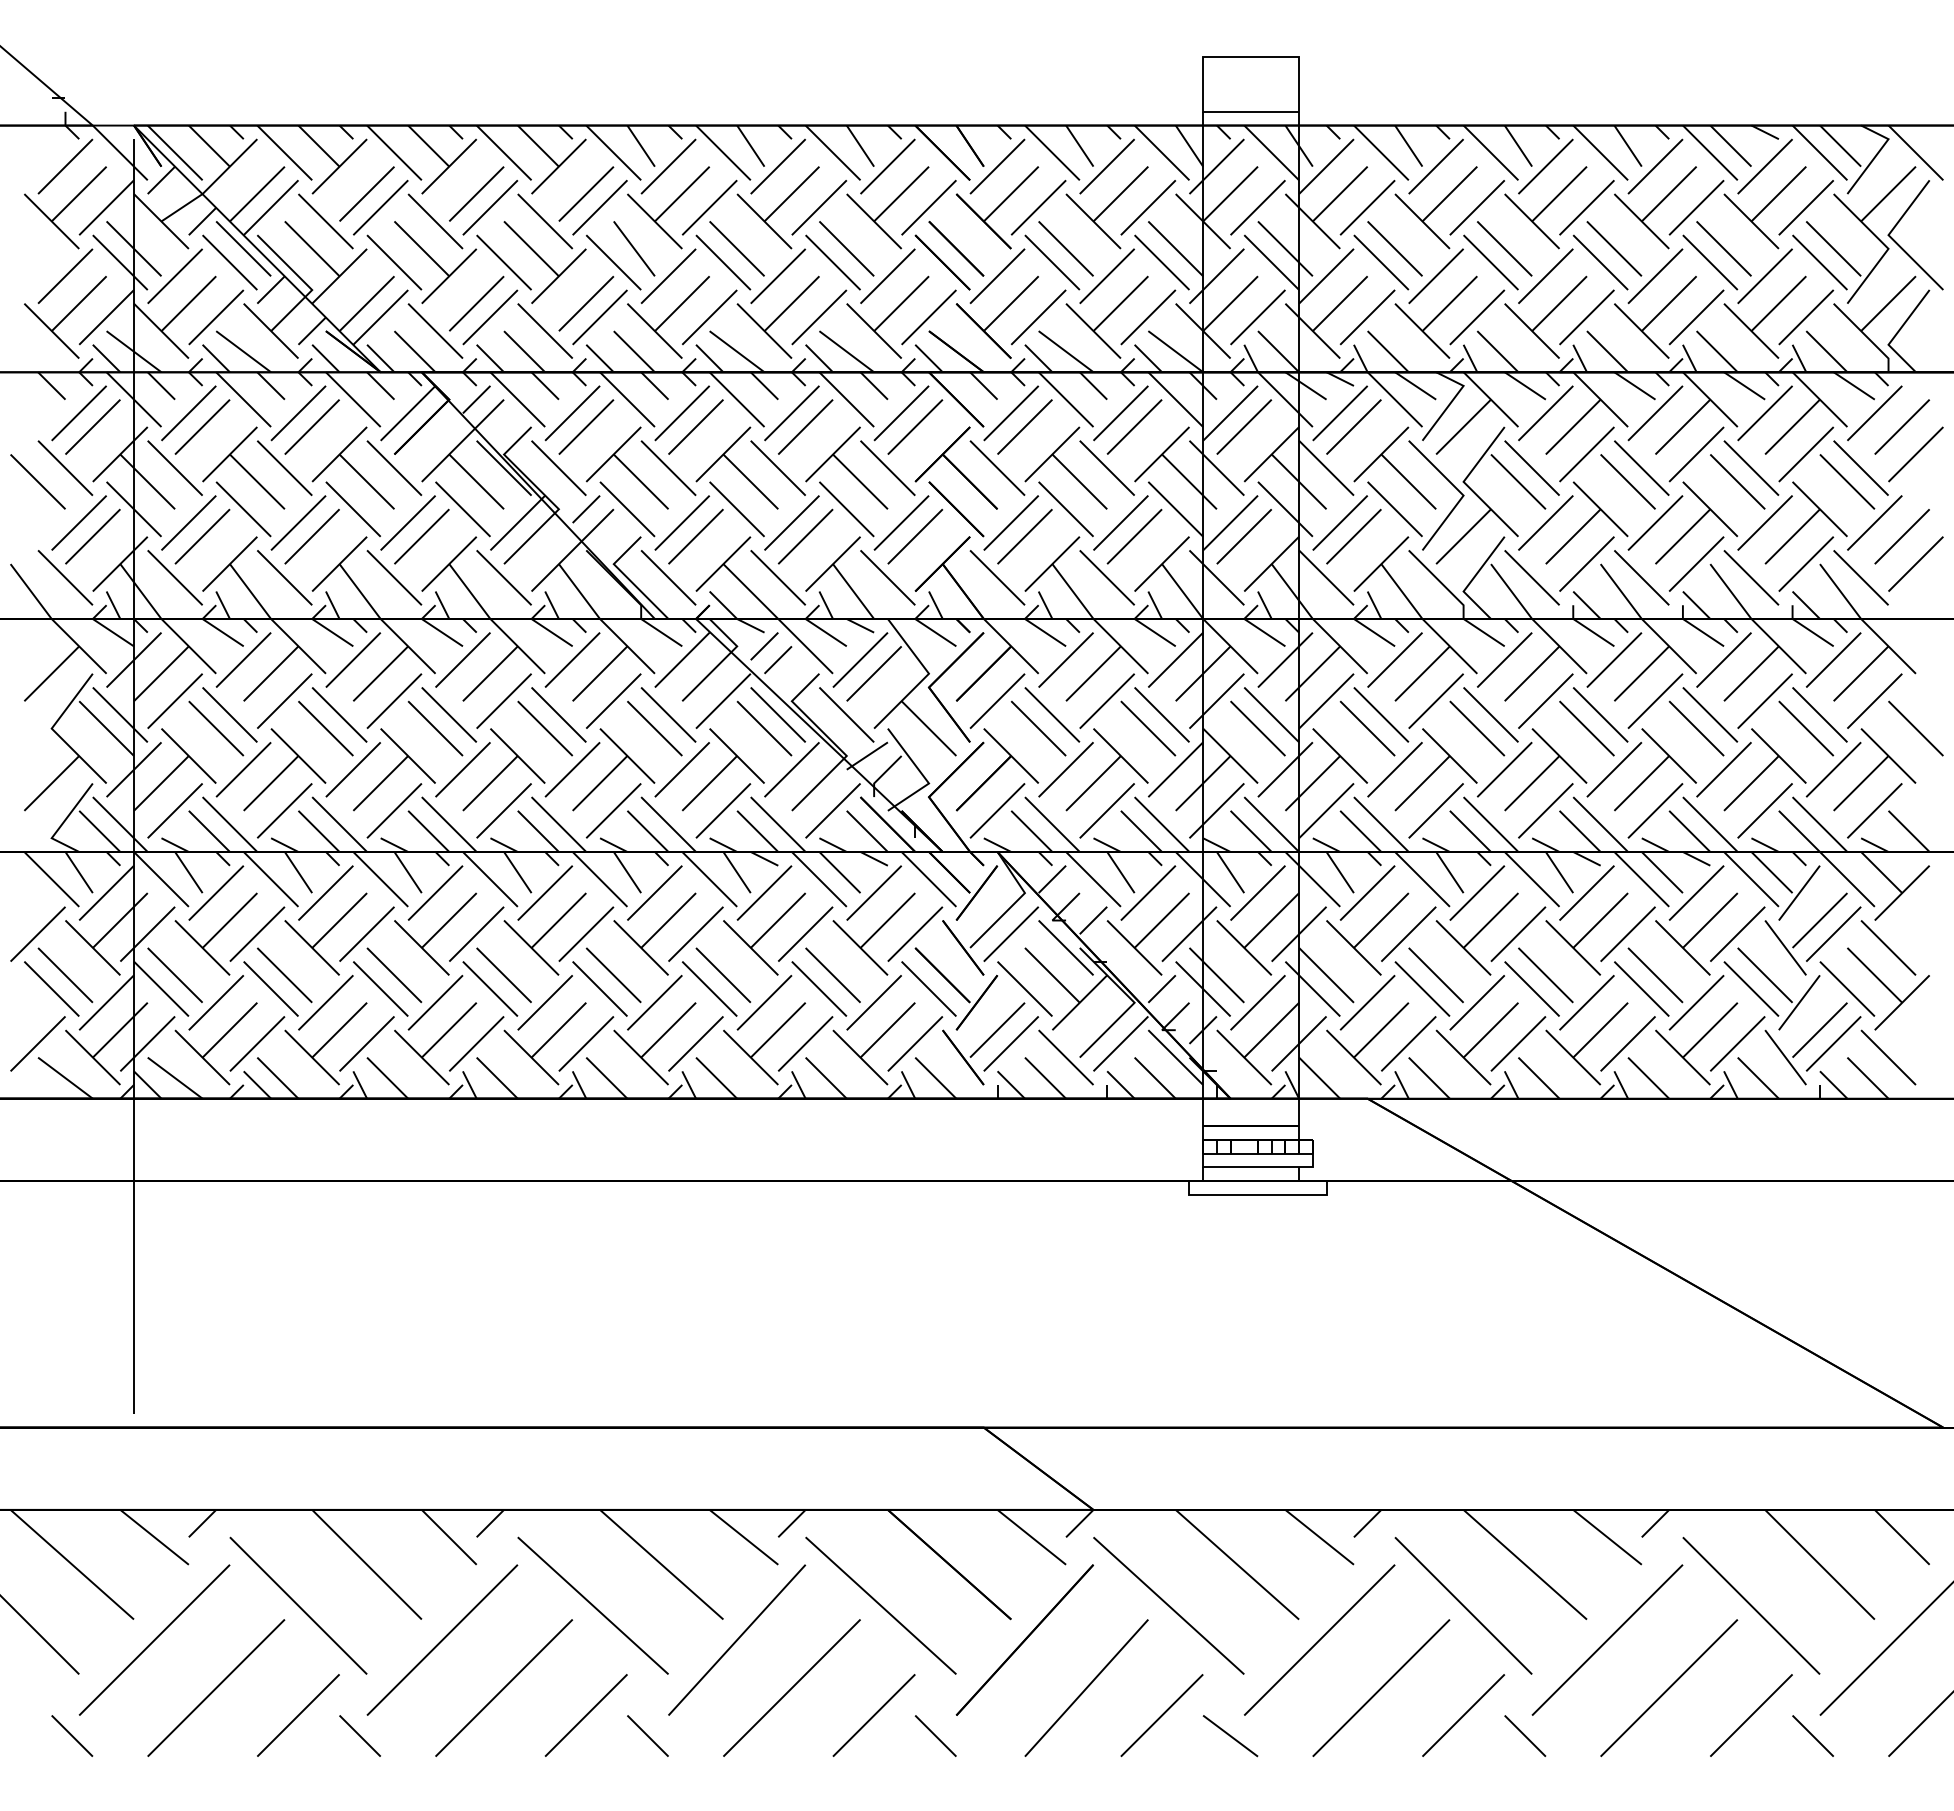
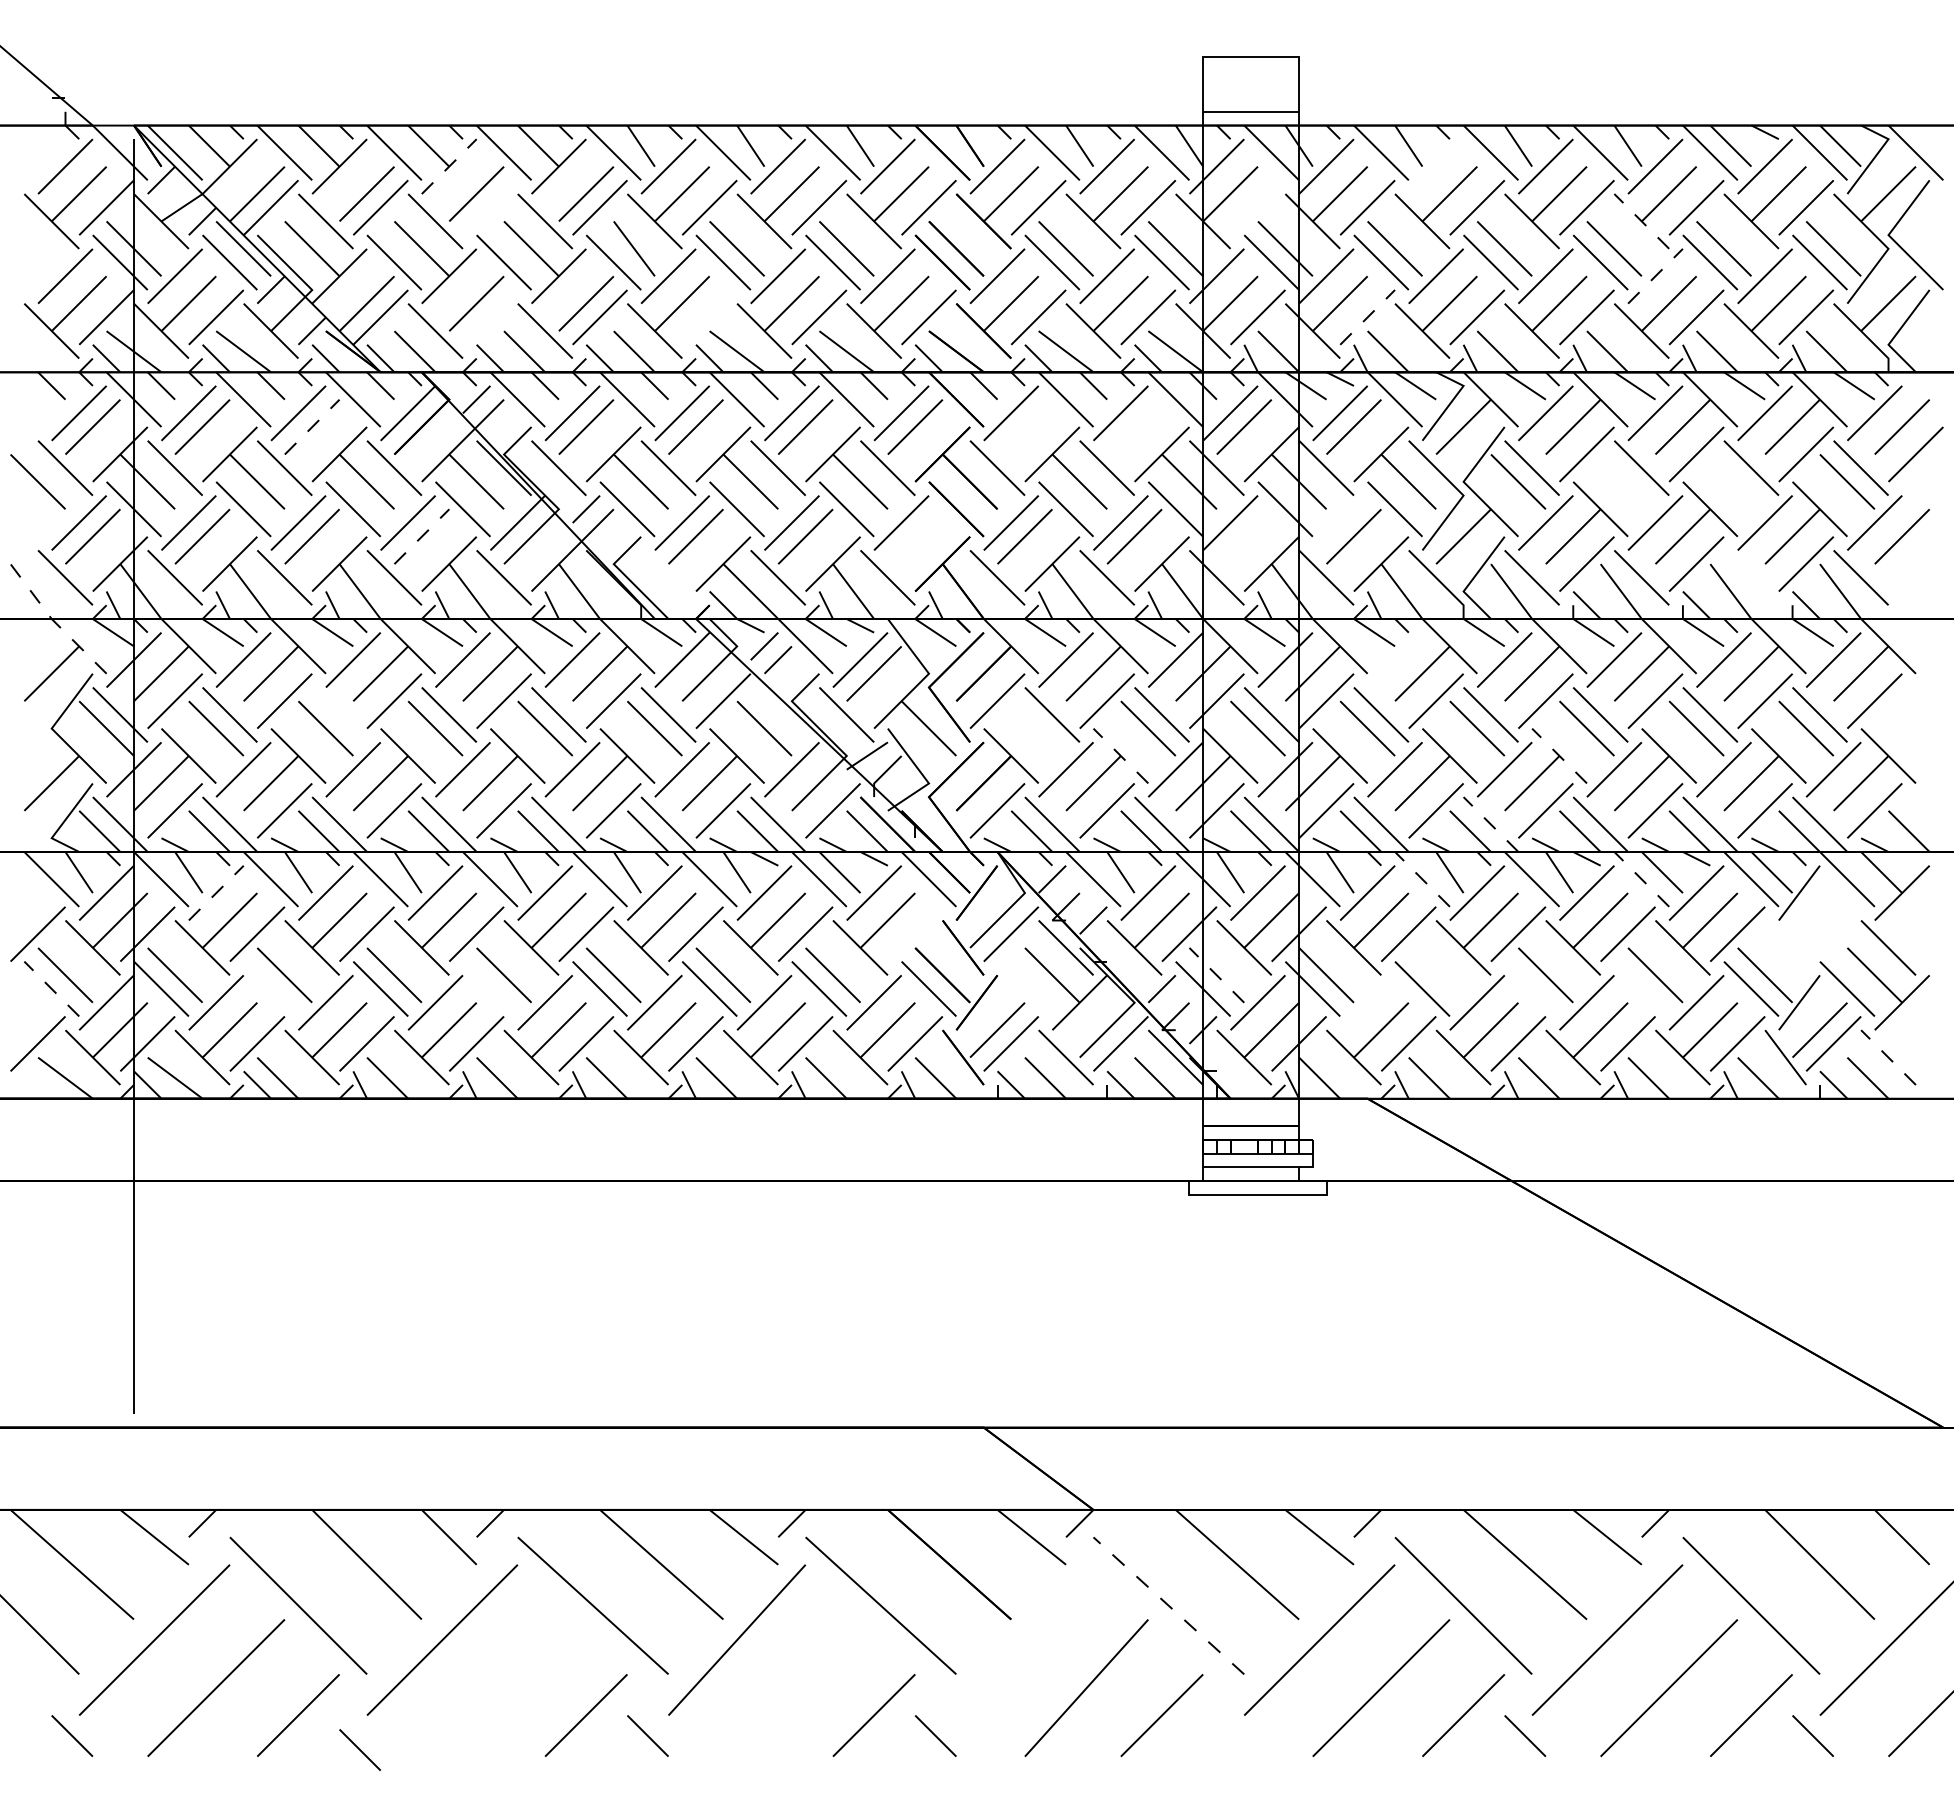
line at (449, 166): solid -> dashed
line at (1435, 166): present -> none
line at (490, 207): present -> none
line at (1257, 207): present -> none
line at (1641, 221): solid -> dashed
line at (1655, 276): solid -> dashed
line at (709, 316): present -> none
line at (490, 317): present -> none
line at (1367, 317): solid -> dashed
line at (1024, 426): present -> none
line at (1134, 426): present -> none
line at (312, 427): solid -> dashed
line at (1627, 481): present -> none
line at (1737, 481): present -> none
line at (1339, 522): present -> none
line at (421, 536): solid -> dashed
line at (915, 536): present -> none
line at (1243, 536): present -> none
line at (1915, 563): present -> none
line at (668, 577): present -> none
line at (1751, 577): present -> none
line at (54, 621): solid -> dashed
line at (1394, 659): present -> none
line at (339, 714): present -> none
line at (777, 714): present -> none
line at (1038, 728): present -> none
line at (1915, 728): present -> none
line at (1120, 756): solid -> dashed
line at (1559, 756): solid -> dashed
line at (1491, 824): solid -> dashed
line at (1422, 879): solid -> dashed
line at (1641, 879): solid -> dashed
line at (216, 893): solid -> dashed
line at (915, 933): present -> none
part at (1812, 933): present -> none
line at (1216, 975): solid -> dashed
line at (1435, 975): present -> none
line at (270, 988): present -> none
line at (490, 988): present -> none
line at (1024, 988): present -> none
line at (1531, 988): present -> none
line at (1641, 988): present -> none
line at (51, 989): solid -> dashed
line at (1367, 1002): present -> none
line at (1888, 1057): solid -> dashed
line at (1168, 1605): solid -> dashed
line at (1024, 1639): present -> none
line at (504, 1687): present -> none
line at (791, 1687): present -> none
line at (359, 1735) position: (359, 1735) -> (359, 1749)
line at (1230, 1736): present -> none
